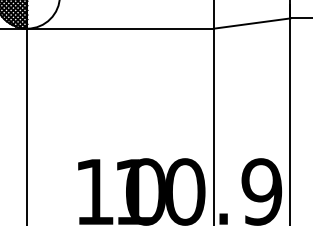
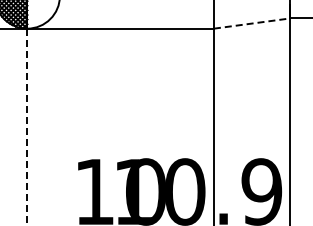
line at (252, 23): solid -> dashed
line at (27, 127): solid -> dashed
